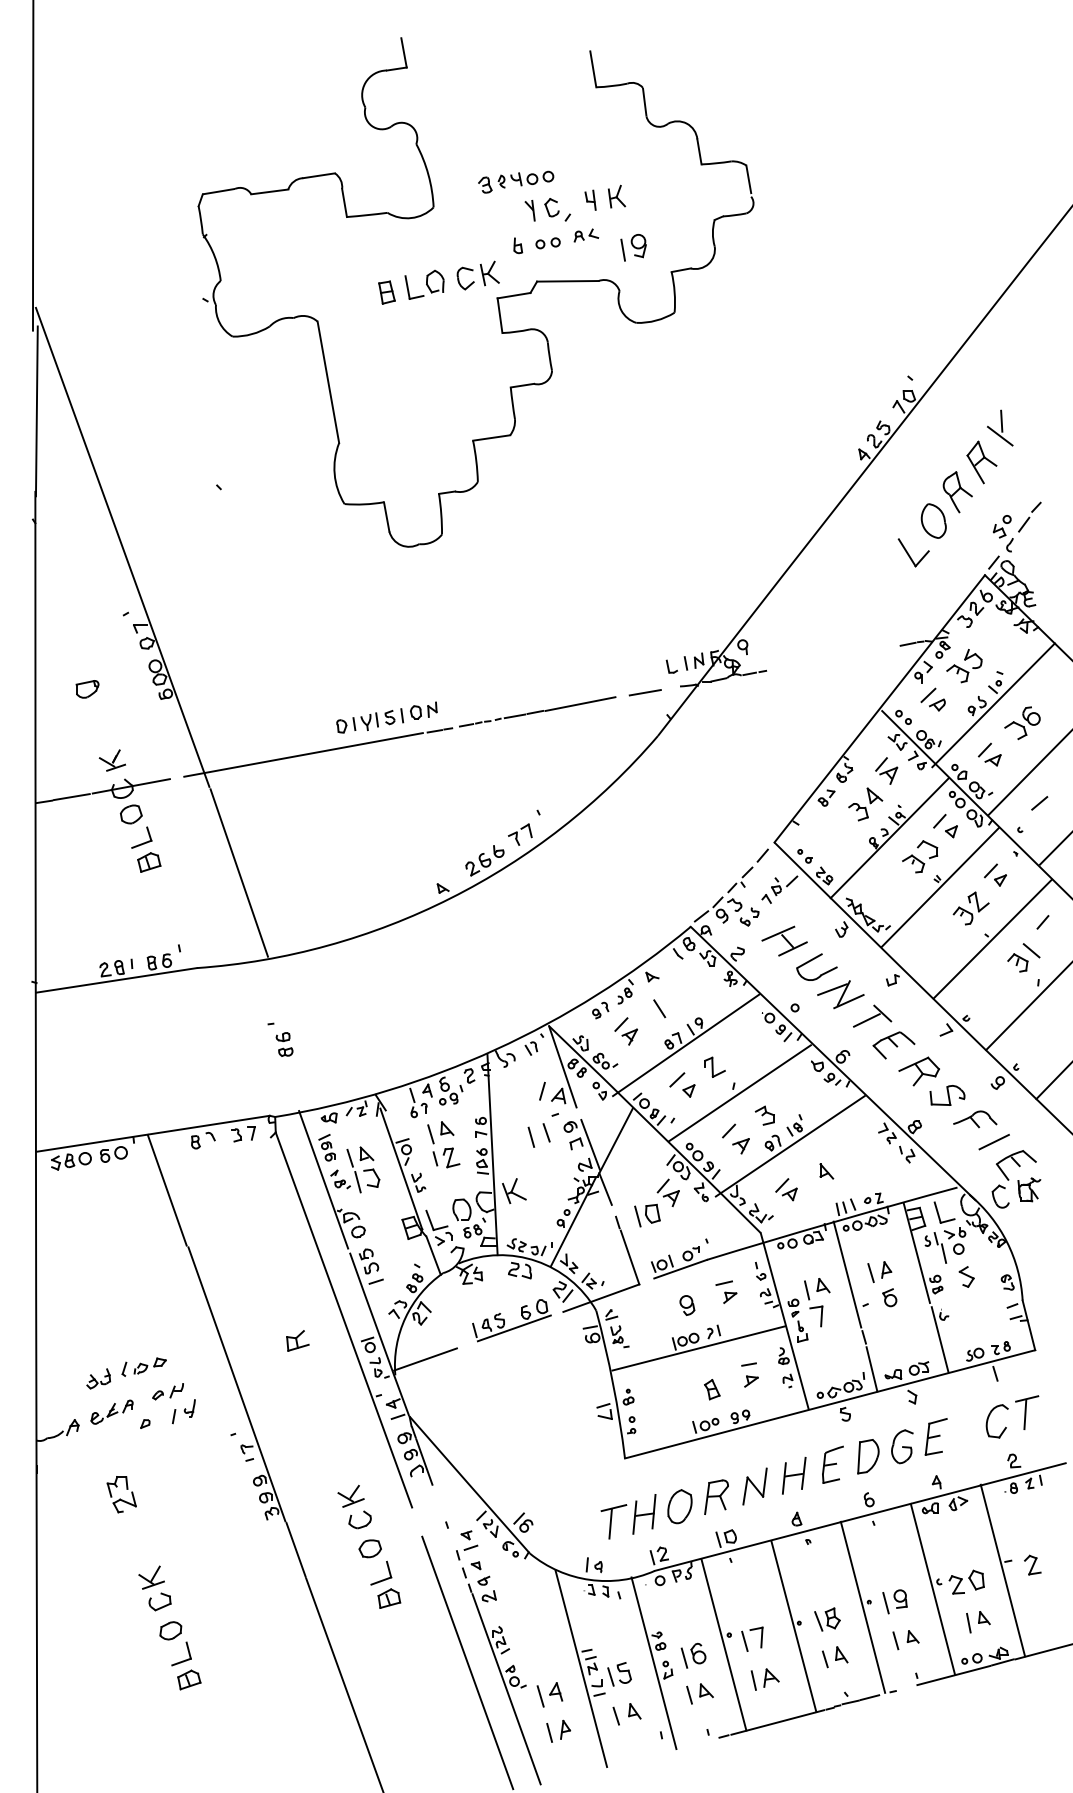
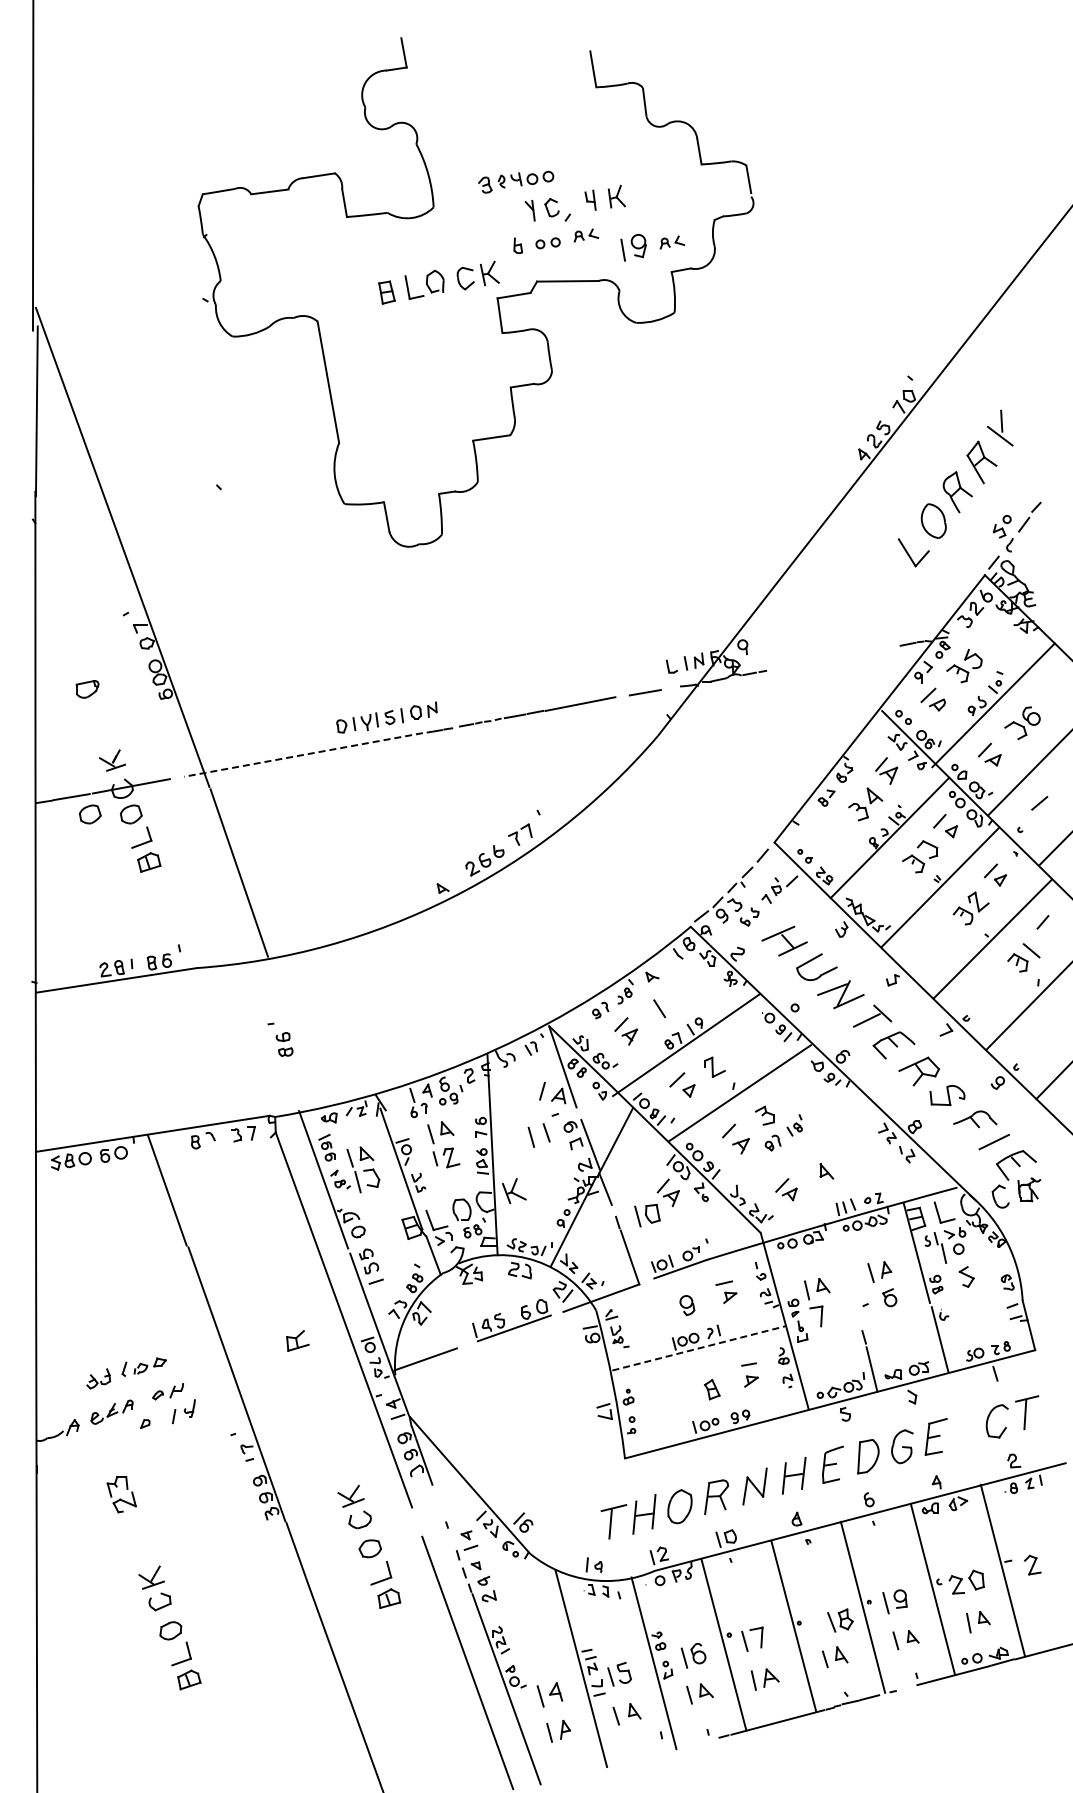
part at (672, 242): none -> present
line at (303, 755): solid -> dashed
part at (89, 814): none -> present
line at (789, 1146): present -> none
line at (847, 1274): present -> none
line at (699, 1348): solid -> dashed
part at (827, 1619) position: (827, 1619) -> (840, 1620)
